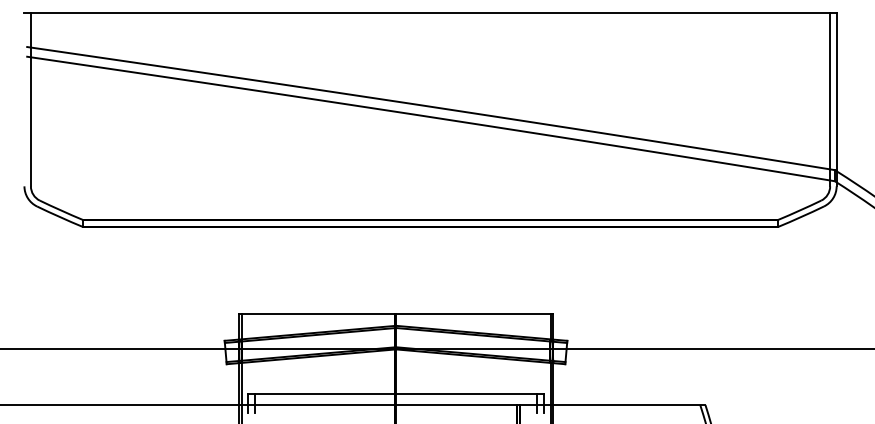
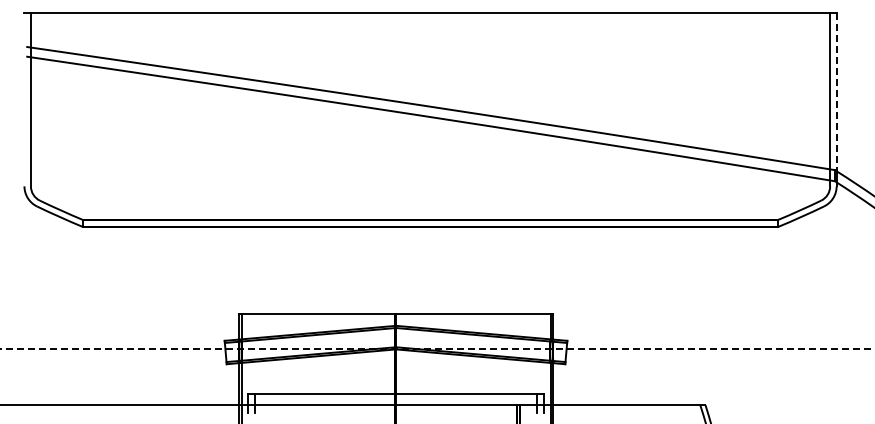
line at (836, 92): solid -> dashed
line at (437, 348): solid -> dashed
